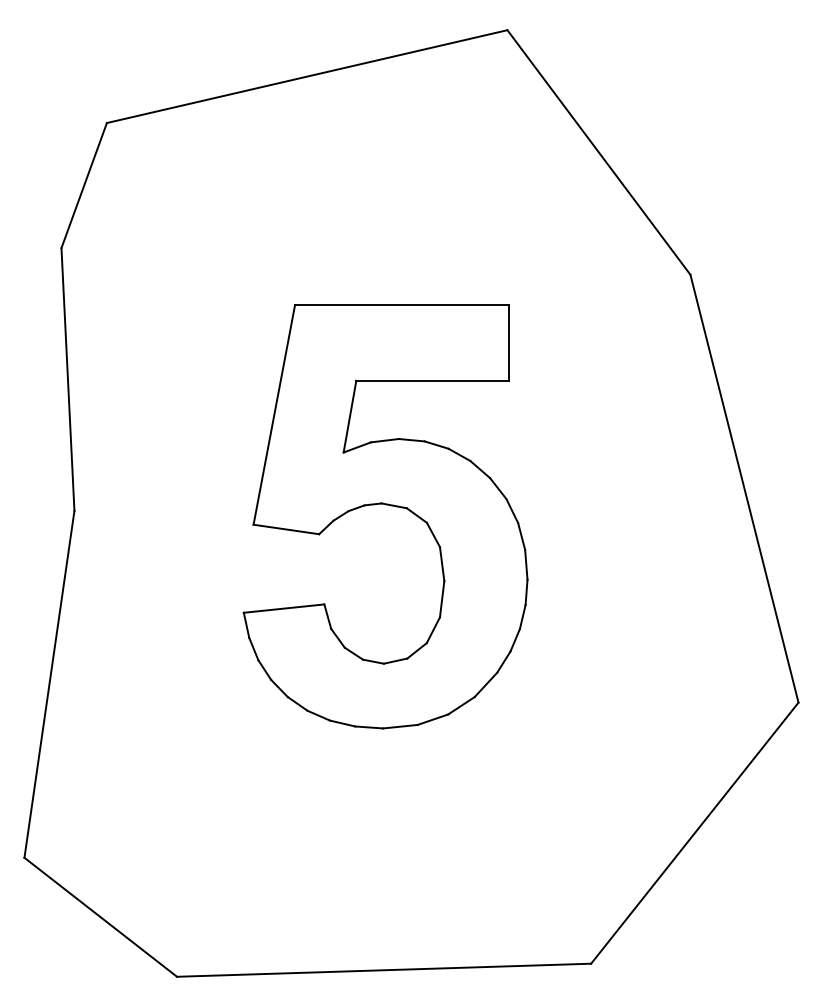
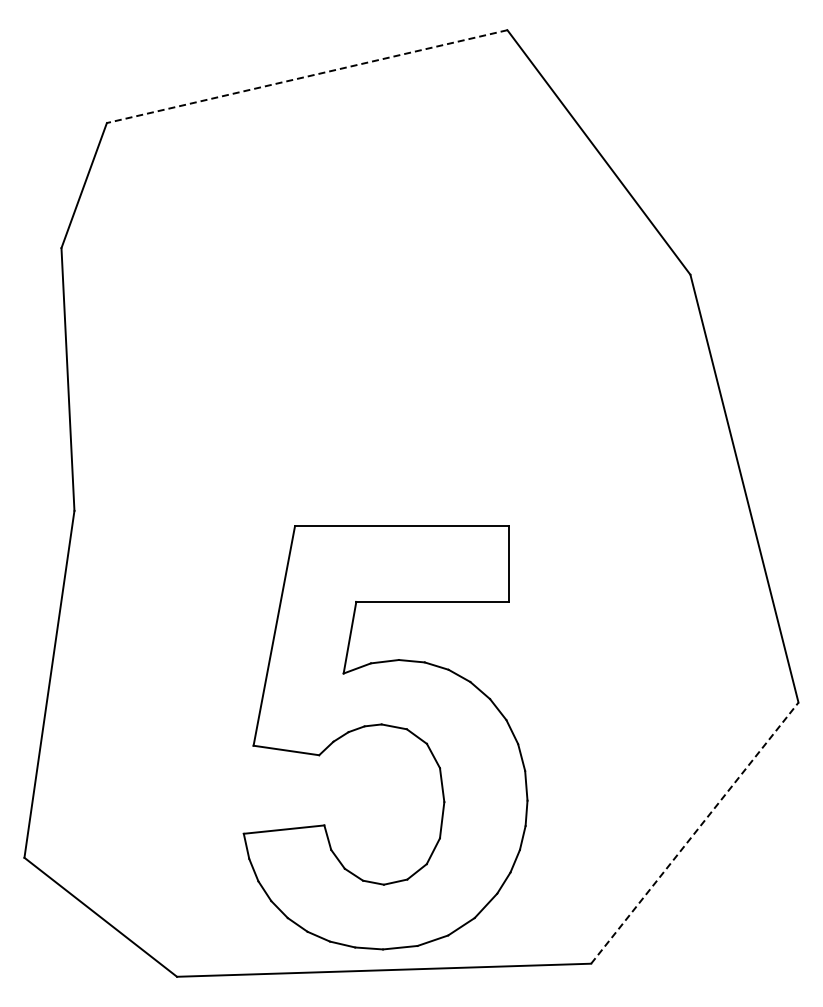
line at (307, 76): solid -> dashed
part at (385, 505) position: (385, 505) -> (385, 726)
line at (694, 833): solid -> dashed
